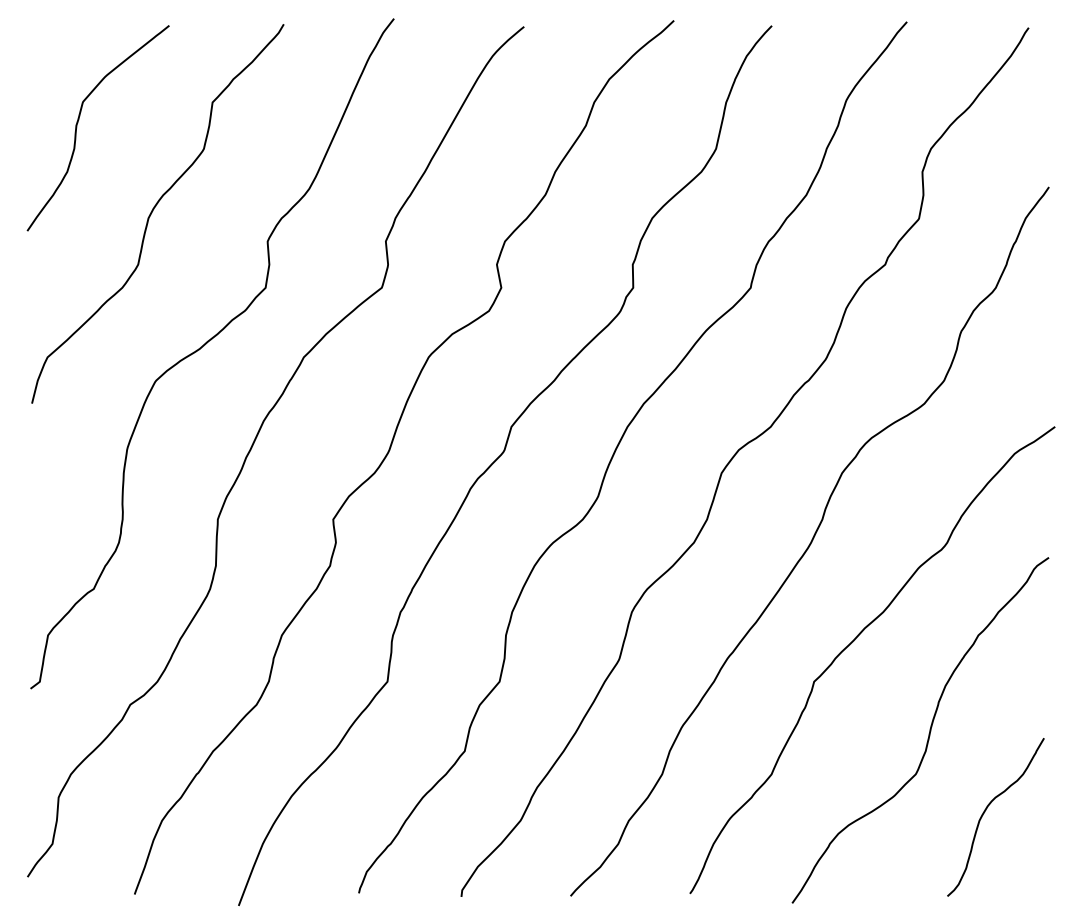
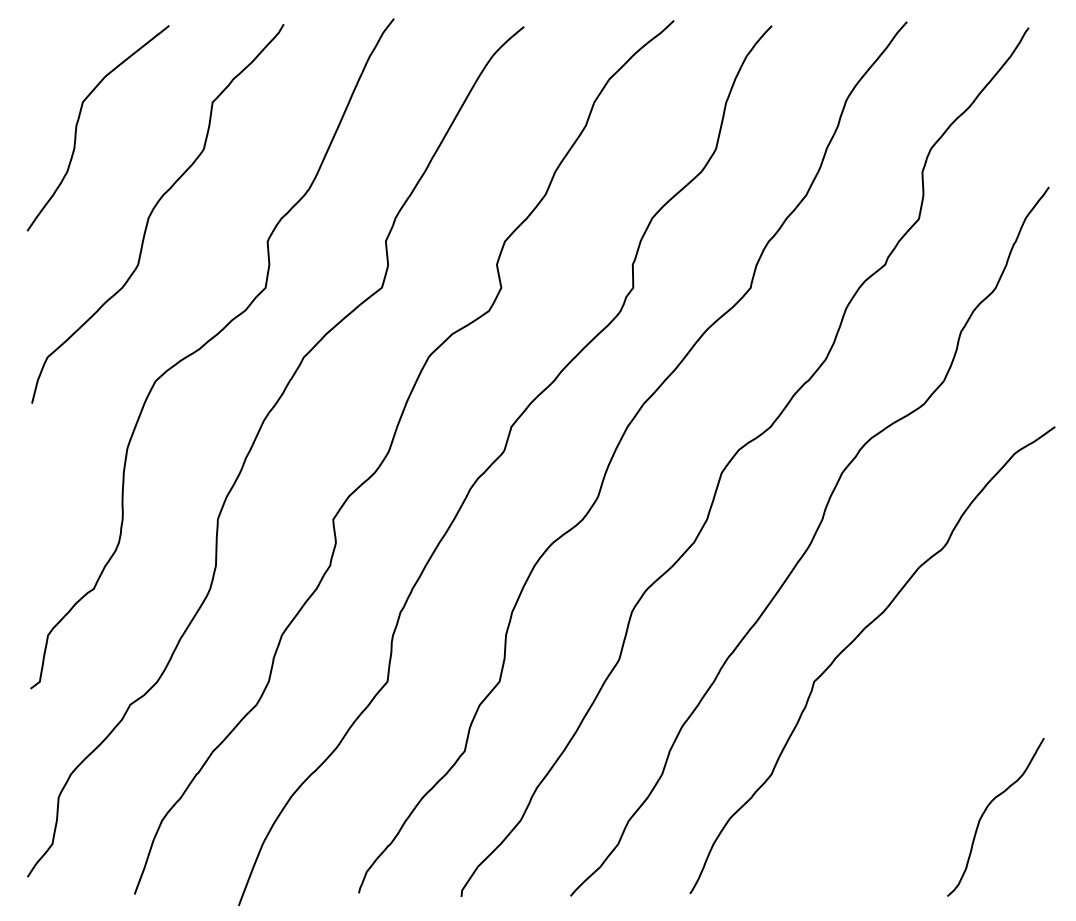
curve at (928, 733): present -> none
